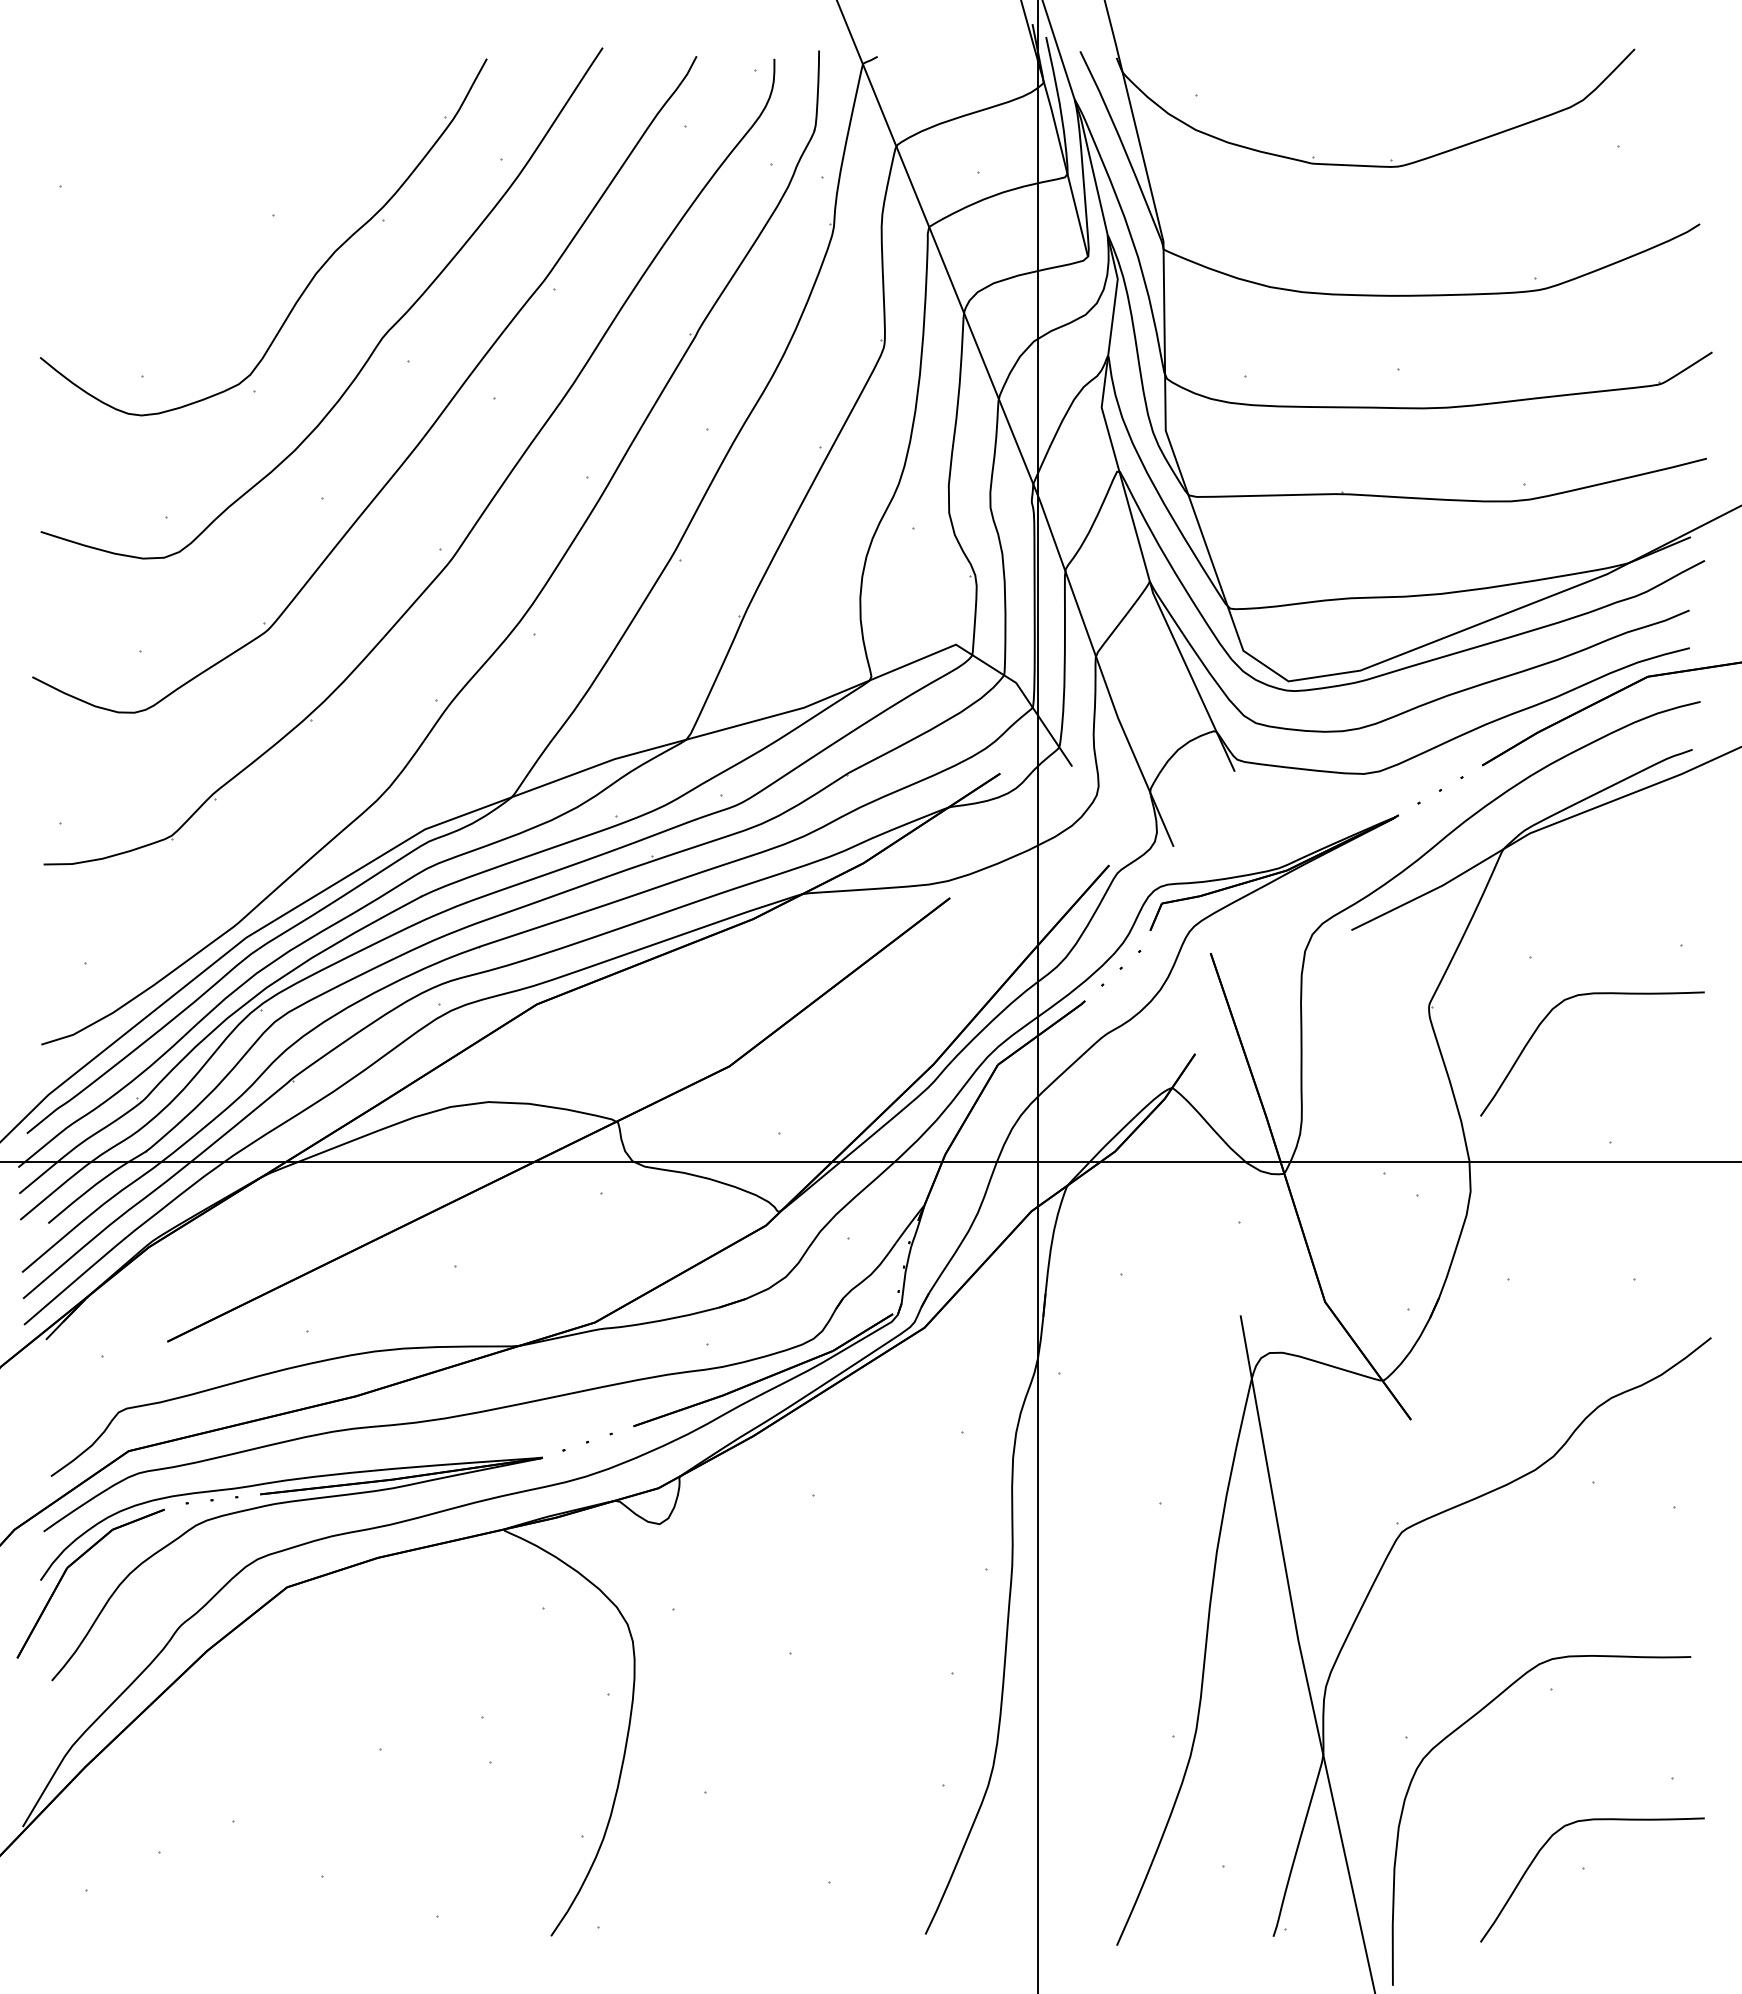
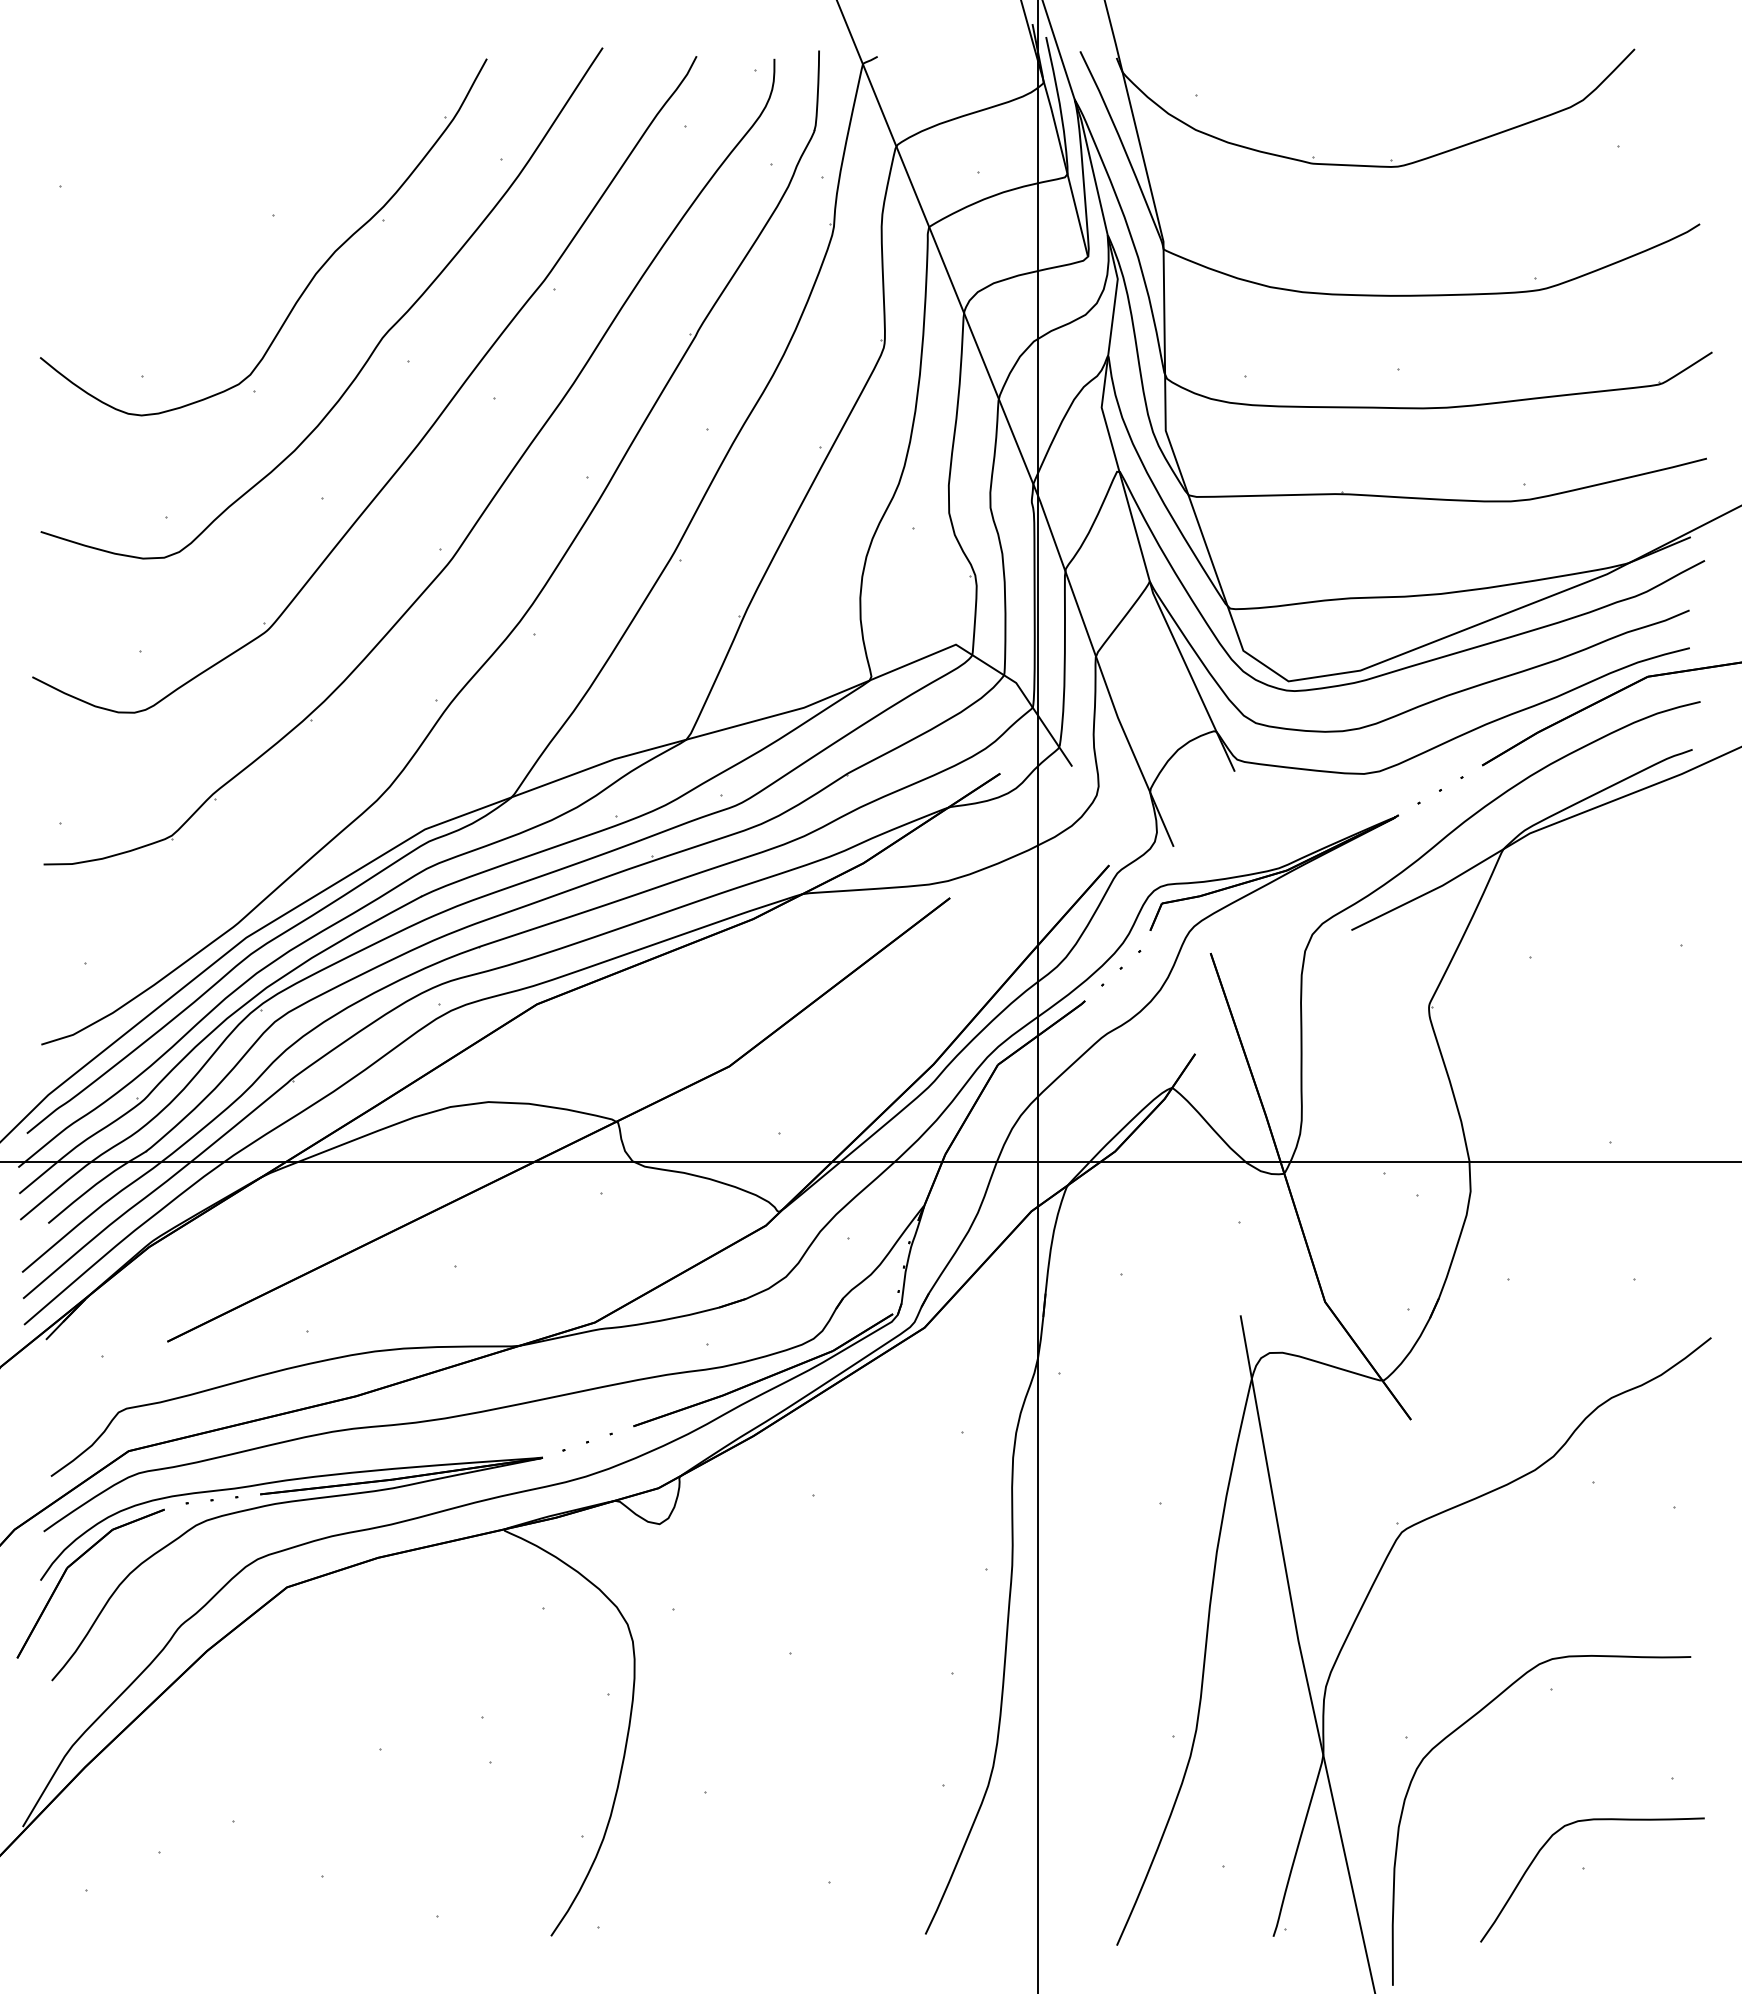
curve at (1550, 1013): present -> none
